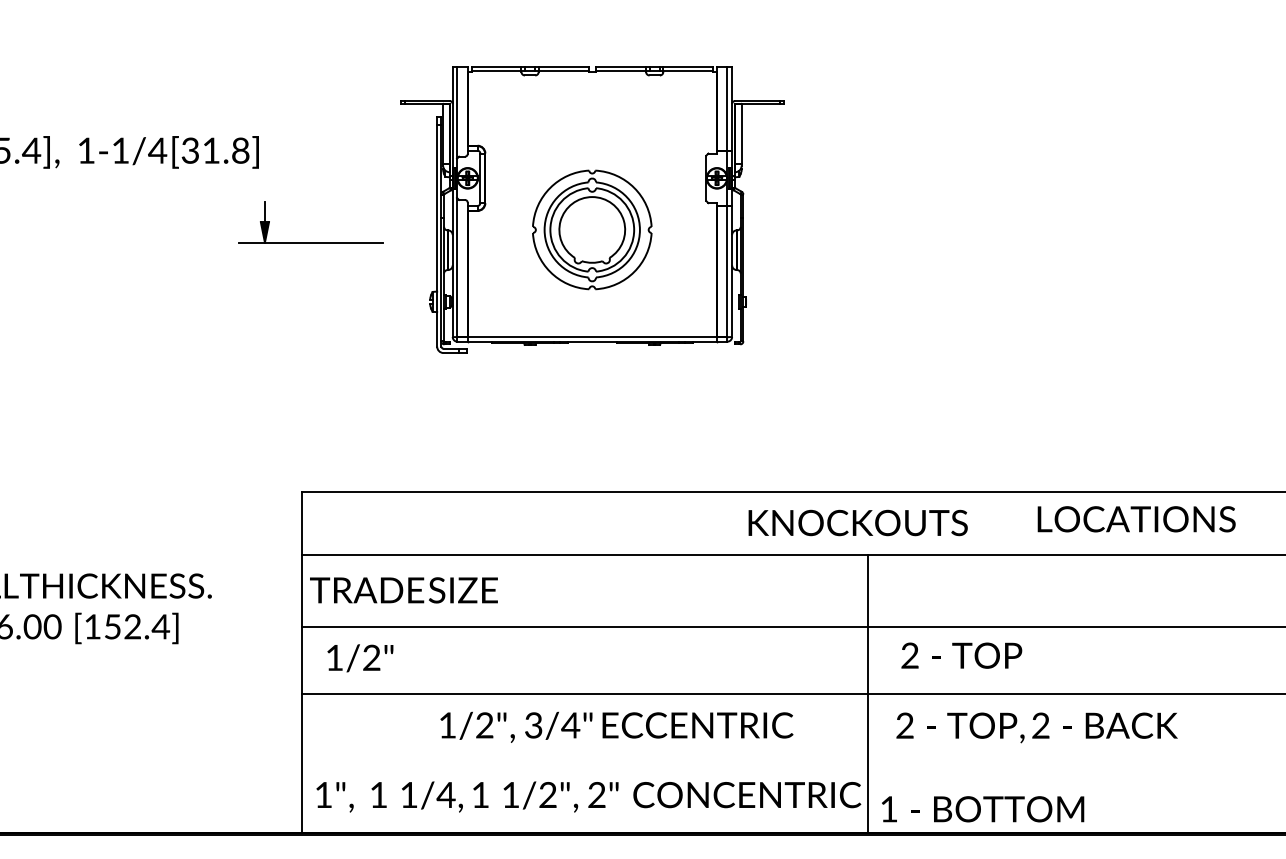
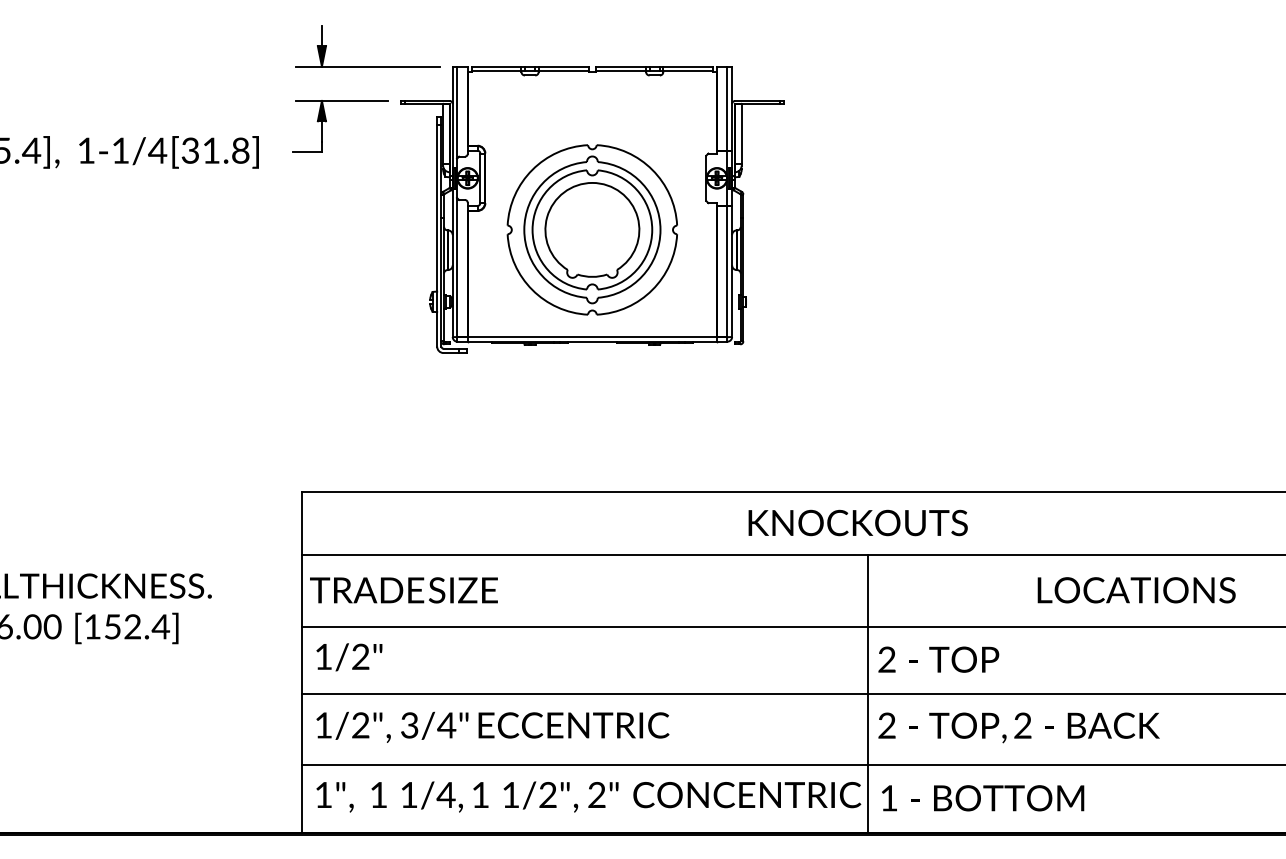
part at (326, 122): none -> present
part at (592, 229) size: 121x122 px -> 172x172 px
part at (310, 242) position: (310, 242) -> (367, 66)
text at (1136, 519) position: (1136, 519) -> (1136, 590)
text at (961, 655) position: (961, 655) -> (938, 659)
text at (360, 658) position: (360, 658) -> (349, 657)
text at (616, 726) position: (616, 726) -> (492, 726)
text at (1036, 727) position: (1036, 727) -> (1018, 727)
line at (792, 764): none -> present
text at (983, 809) position: (983, 809) -> (983, 798)
